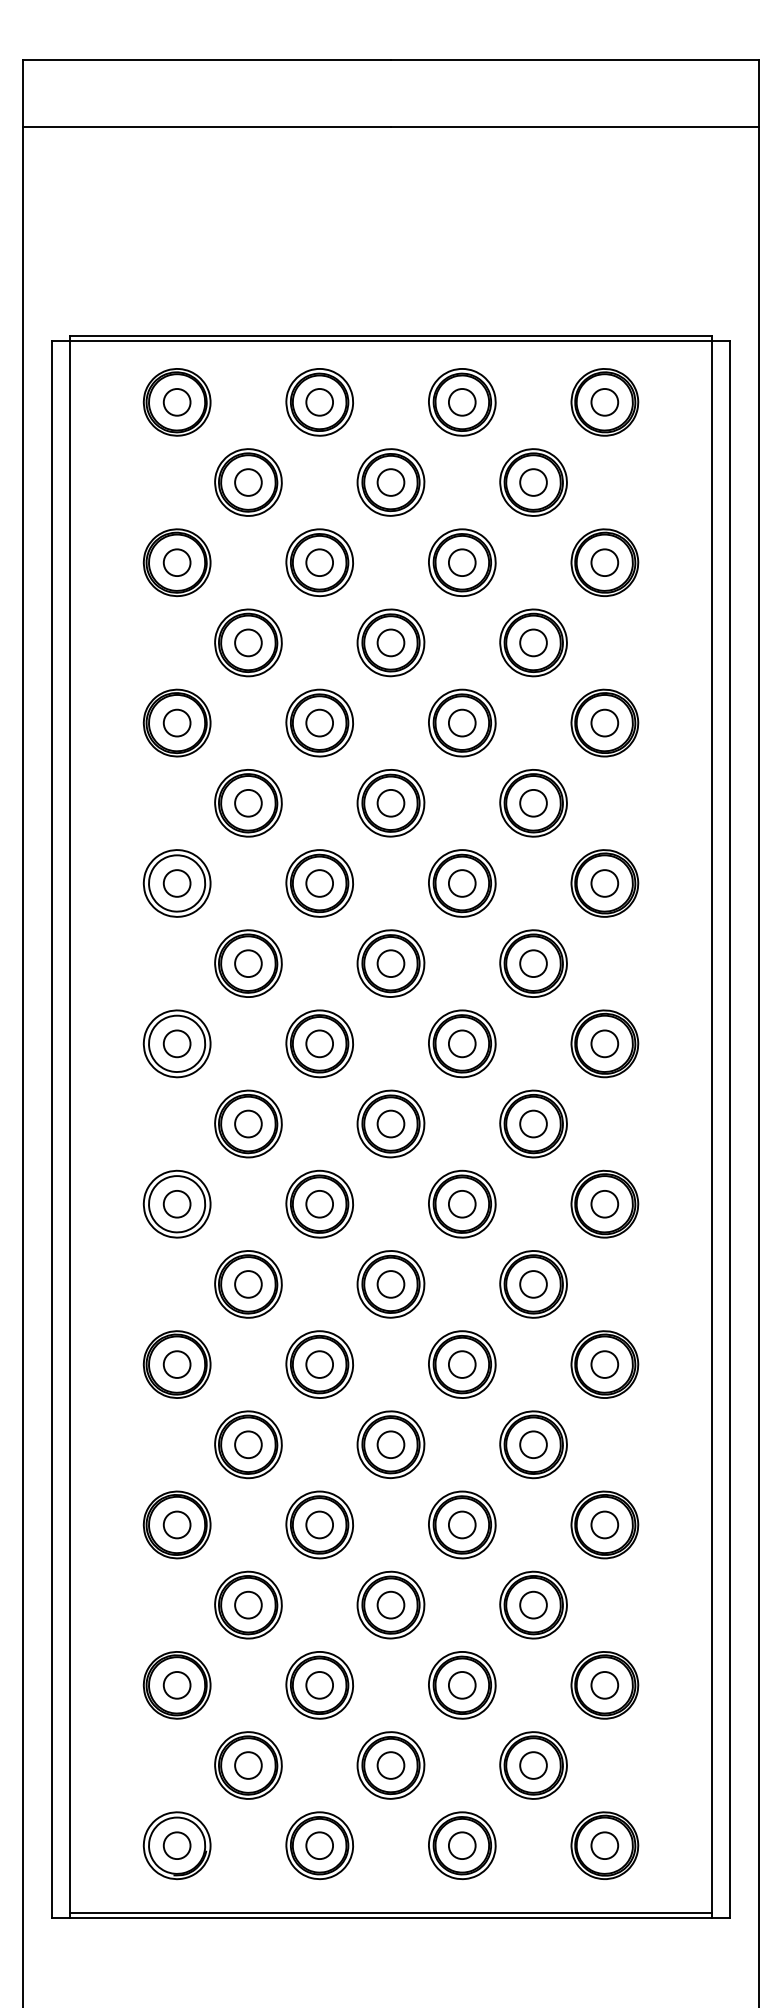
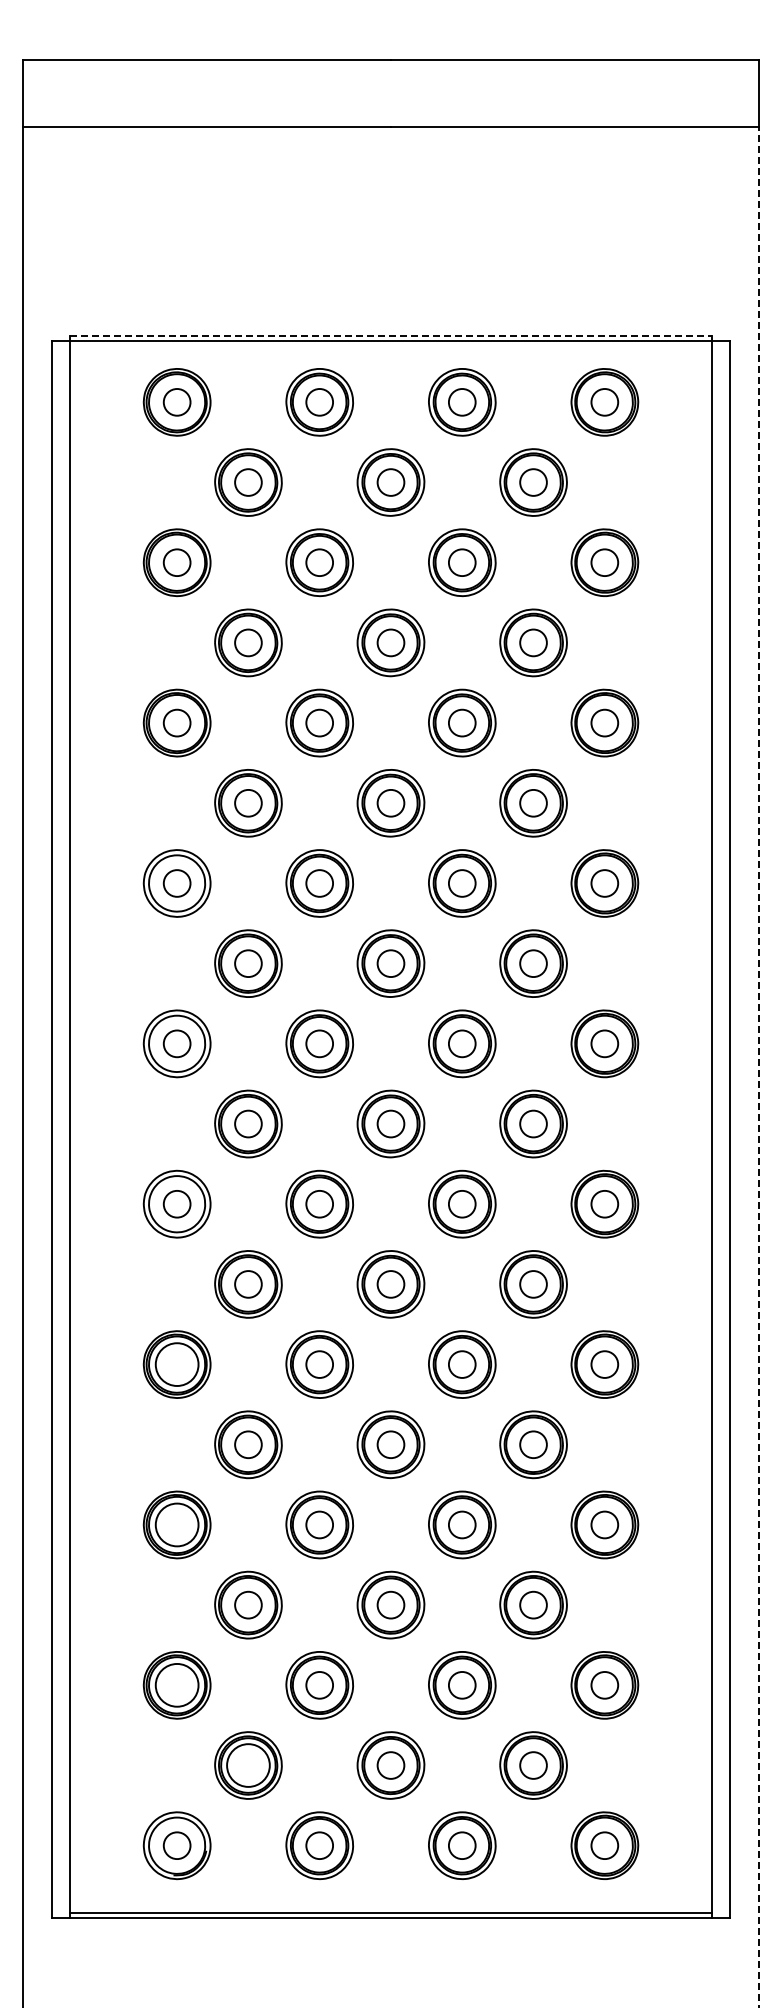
line at (391, 335): solid -> dashed
line at (758, 1066): solid -> dashed
circle at (176, 1364) diameter: 27 px -> 43 px
circle at (176, 1524) diameter: 27 px -> 43 px
circle at (176, 1684) diameter: 27 px -> 43 px
circle at (248, 1765) diameter: 27 px -> 43 px
